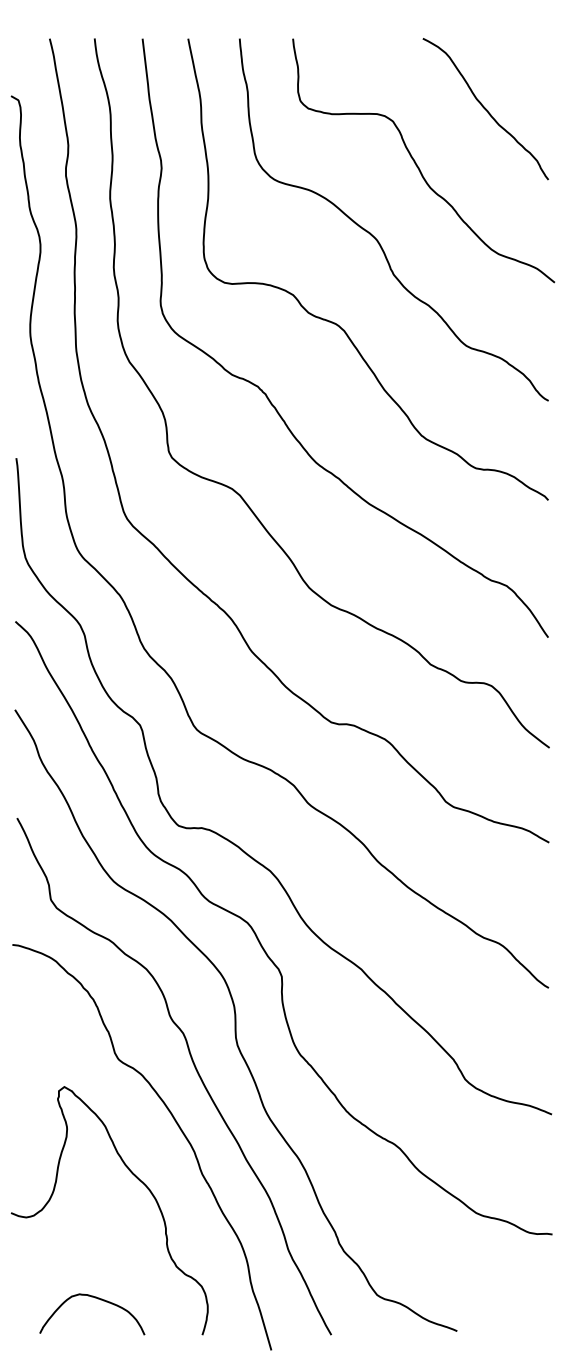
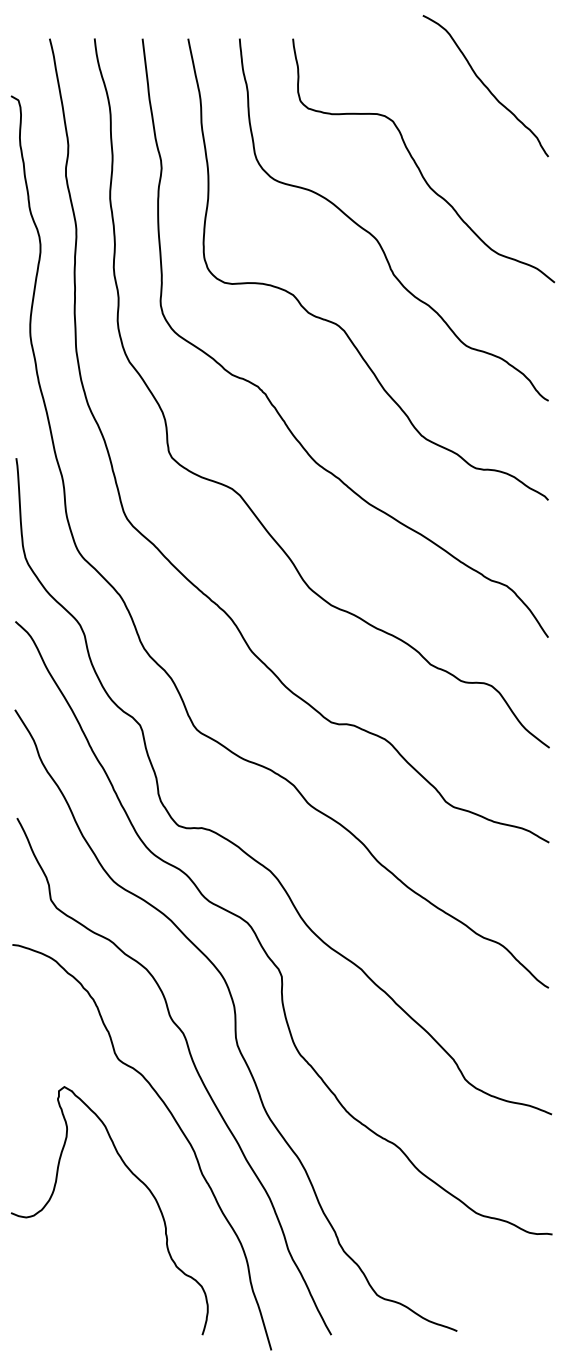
curve at (485, 109) position: (485, 109) -> (485, 86)
curve at (100, 1300): present -> none
